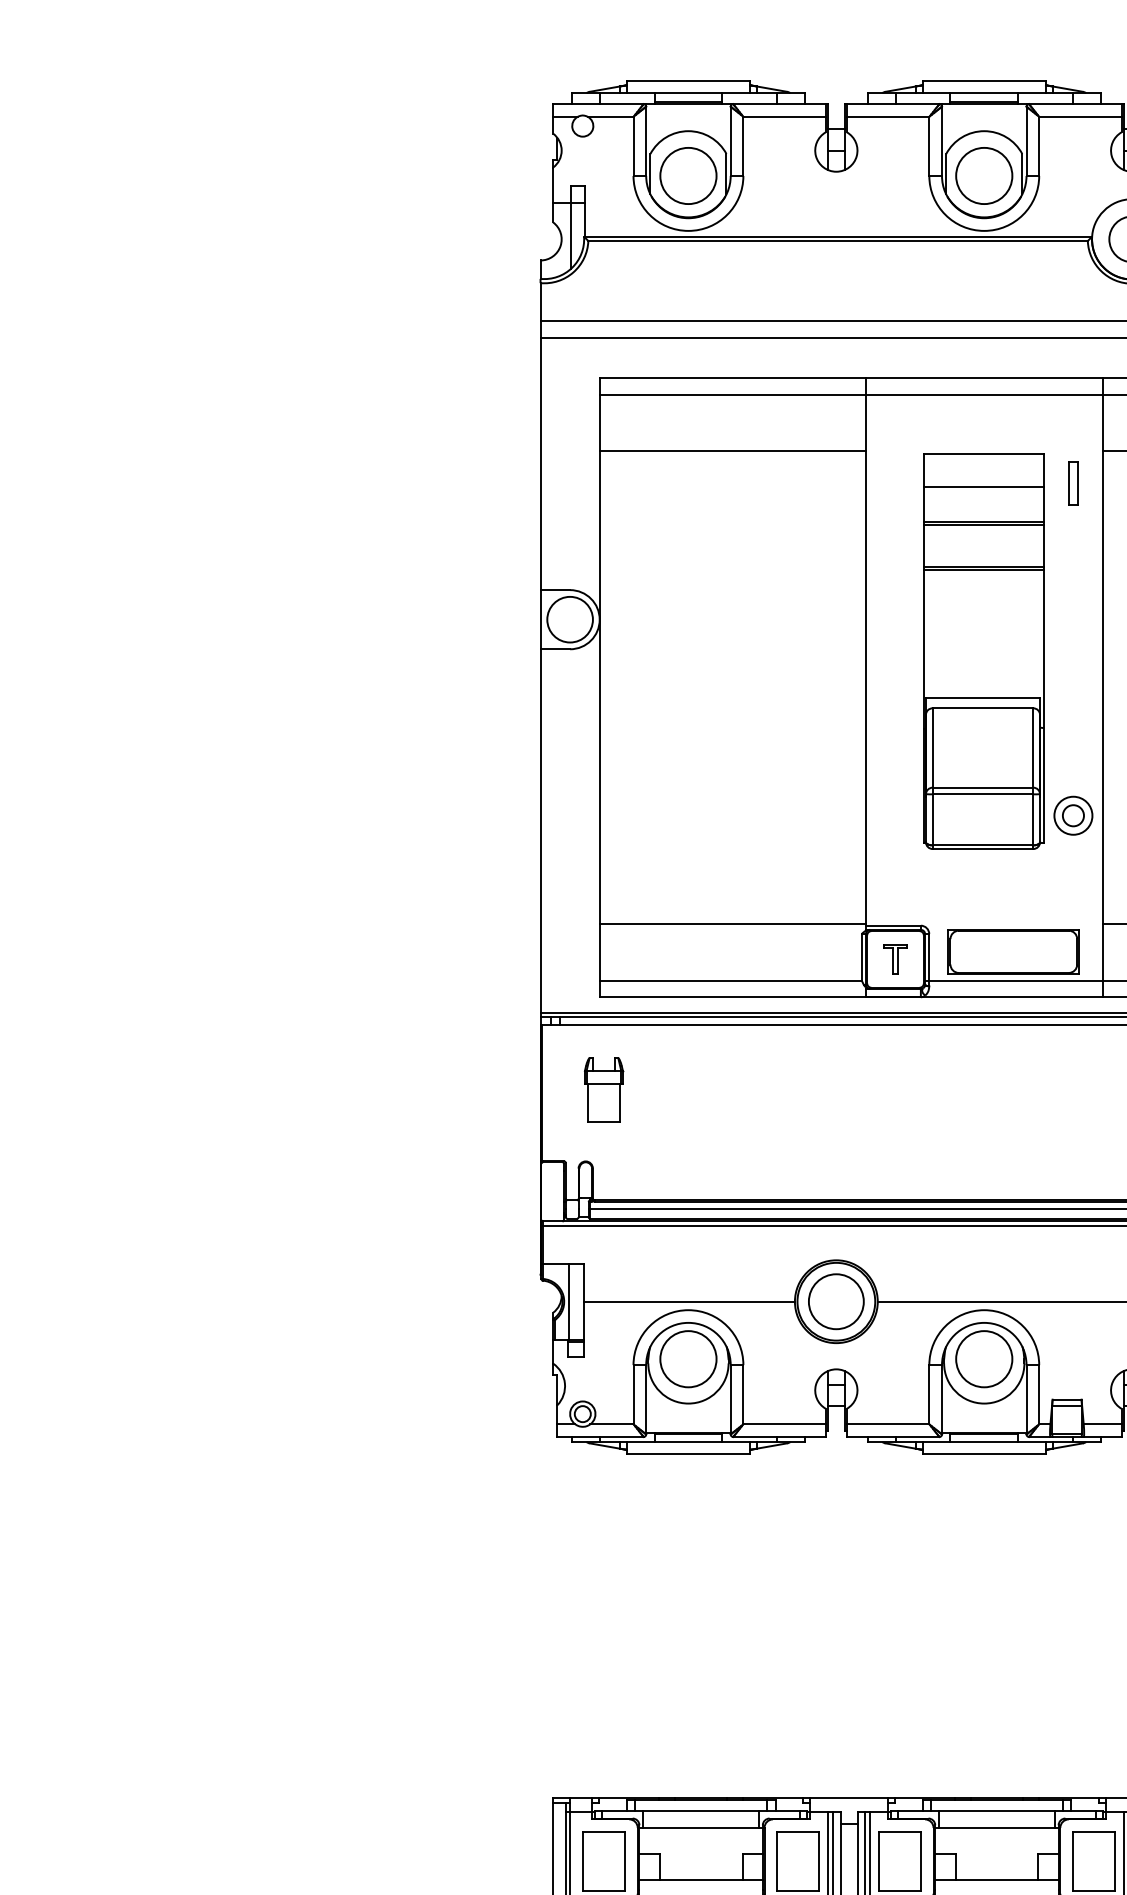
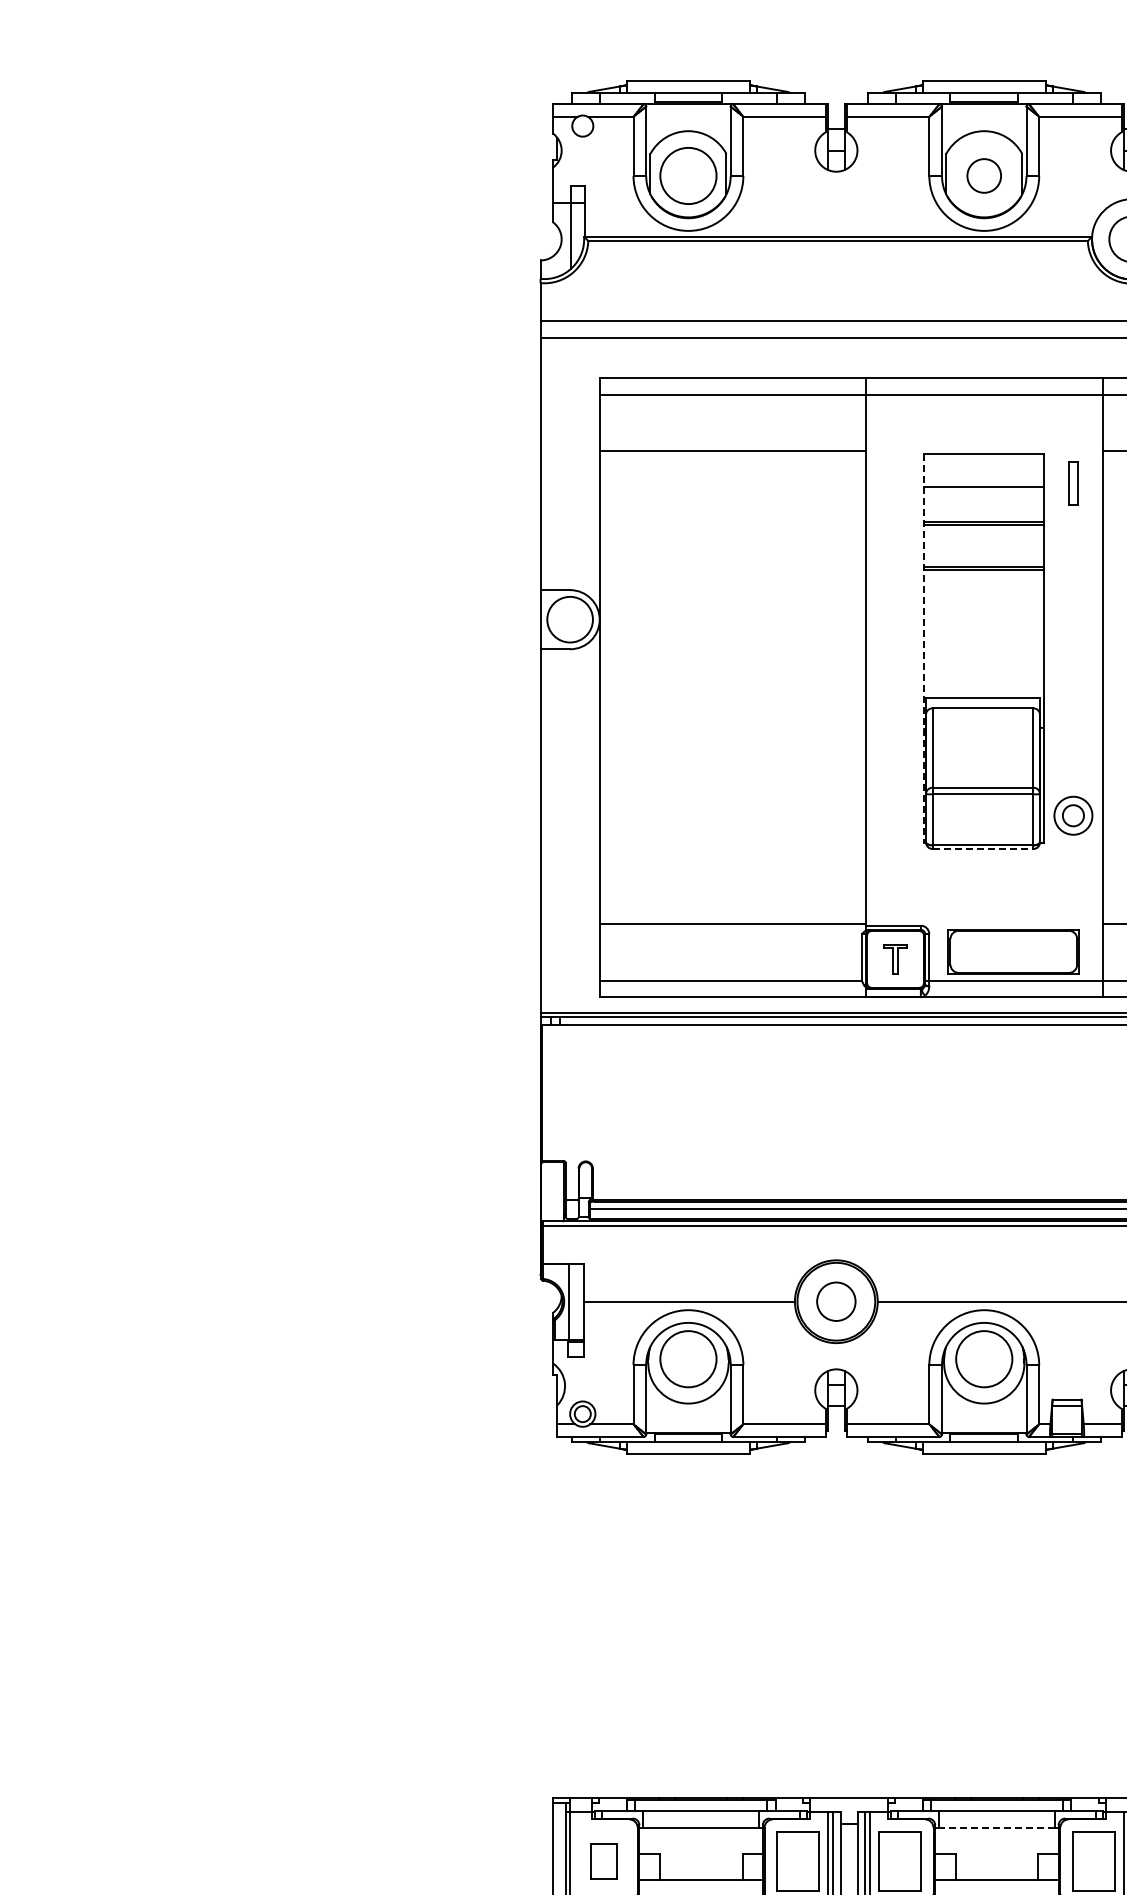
circle at (984, 175) diameter: 56 px -> 34 px
line at (924, 648): solid -> dashed
line at (983, 849): solid -> dashed
part at (604, 1089): present -> none
circle at (835, 1301) diameter: 55 px -> 38 px
line at (996, 1827): solid -> dashed
part at (603, 1861) size: 44x61 px -> 28x37 px
